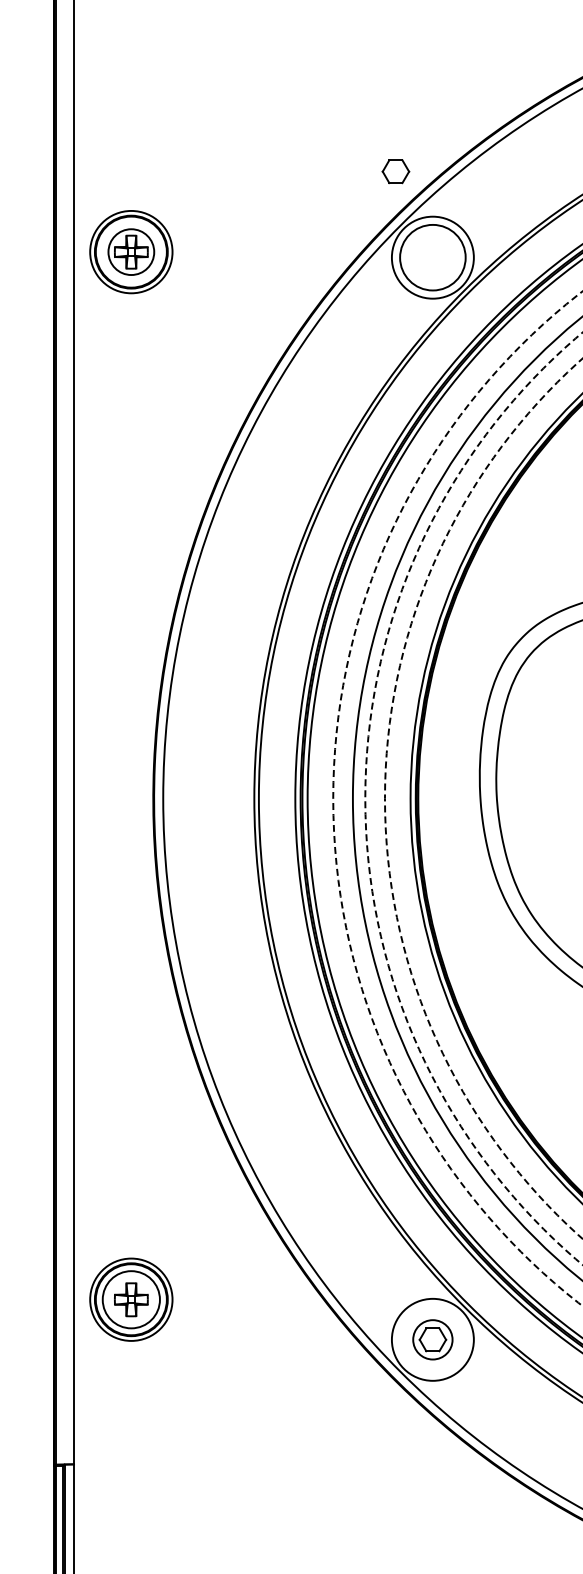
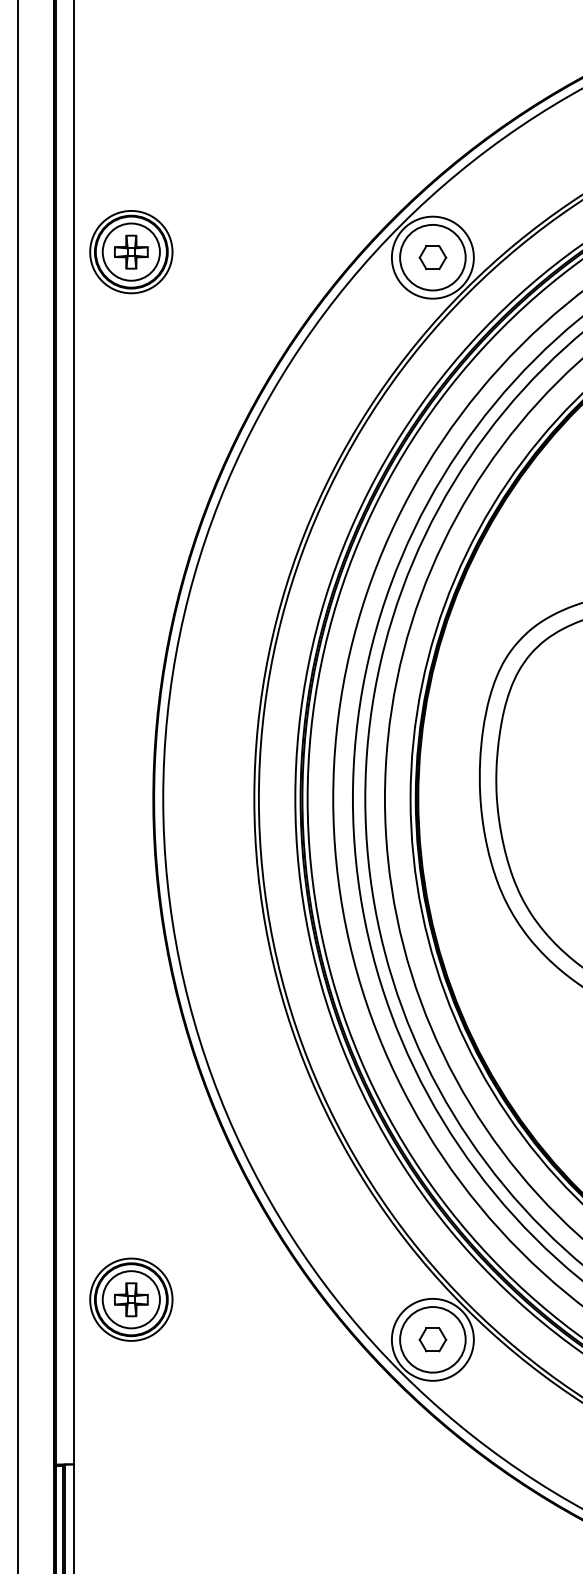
part at (395, 171) position: (395, 171) -> (432, 257)
circle at (131, 252) diameter: 46 px -> 57 px
line at (17, 786): none -> present
circle at (457, 798): dashed -> solid
circle at (473, 798): dashed -> solid
circle at (483, 798): dashed -> solid
circle at (432, 1339) diameter: 39 px -> 66 px
